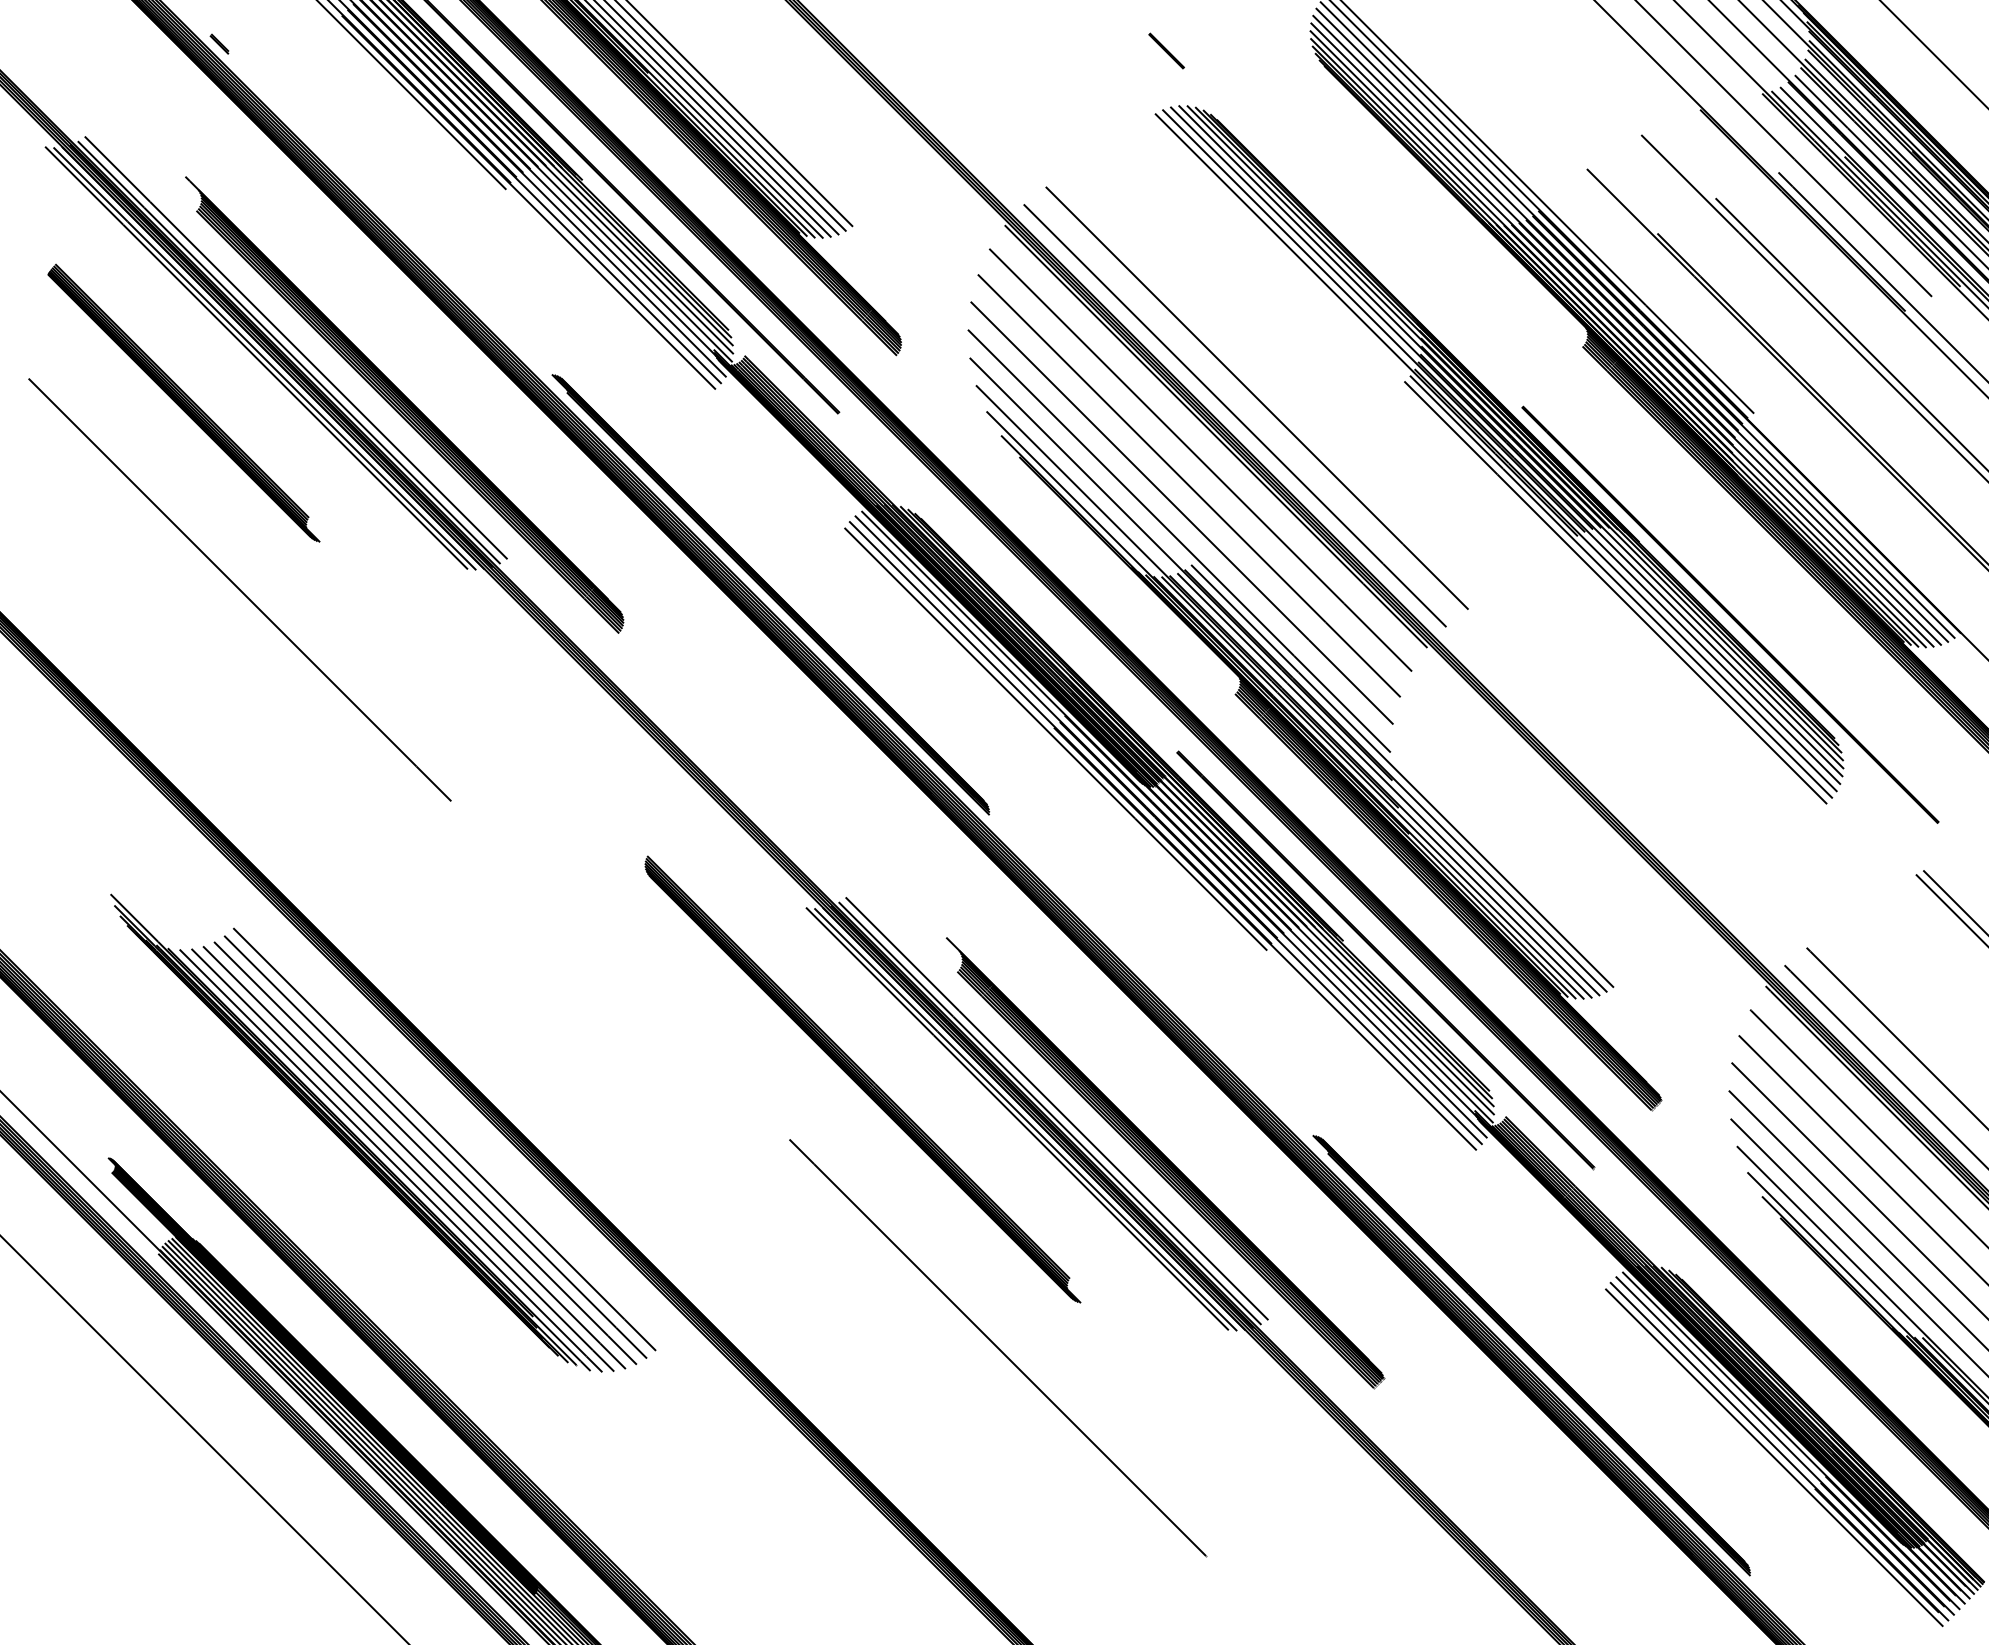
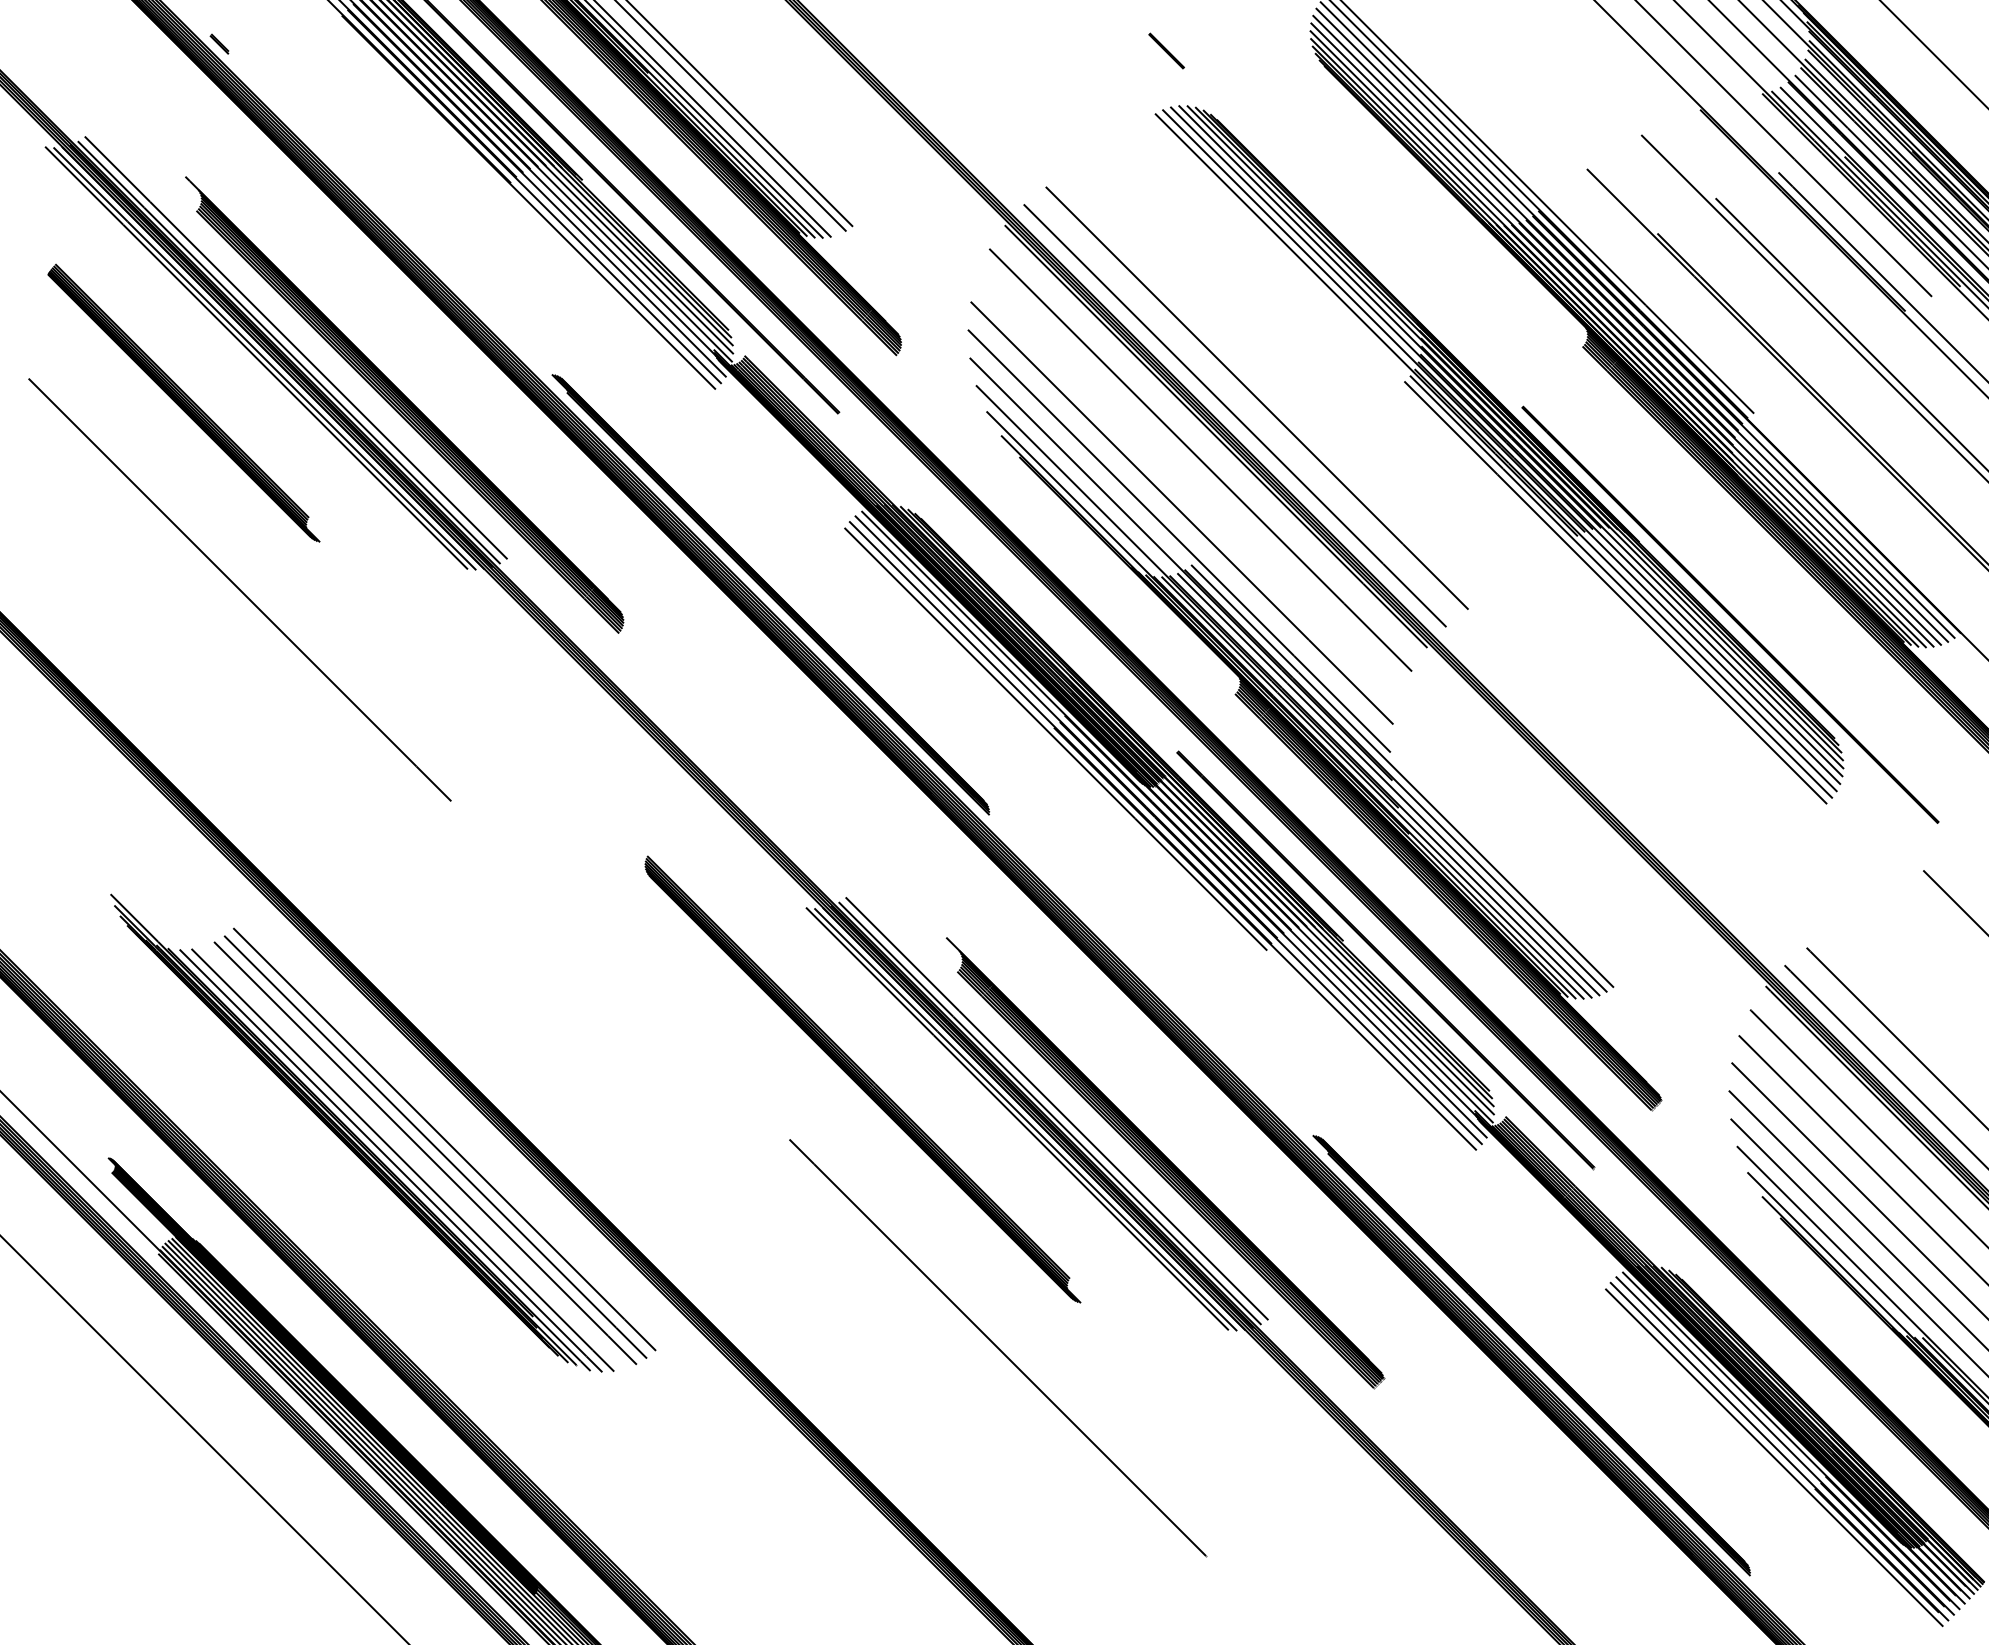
line at (412, 95): present -> none
line at (722, 118): present -> none
line at (1188, 485): present -> none
line at (1950, 908): present -> none
line at (414, 1157): present -> none
